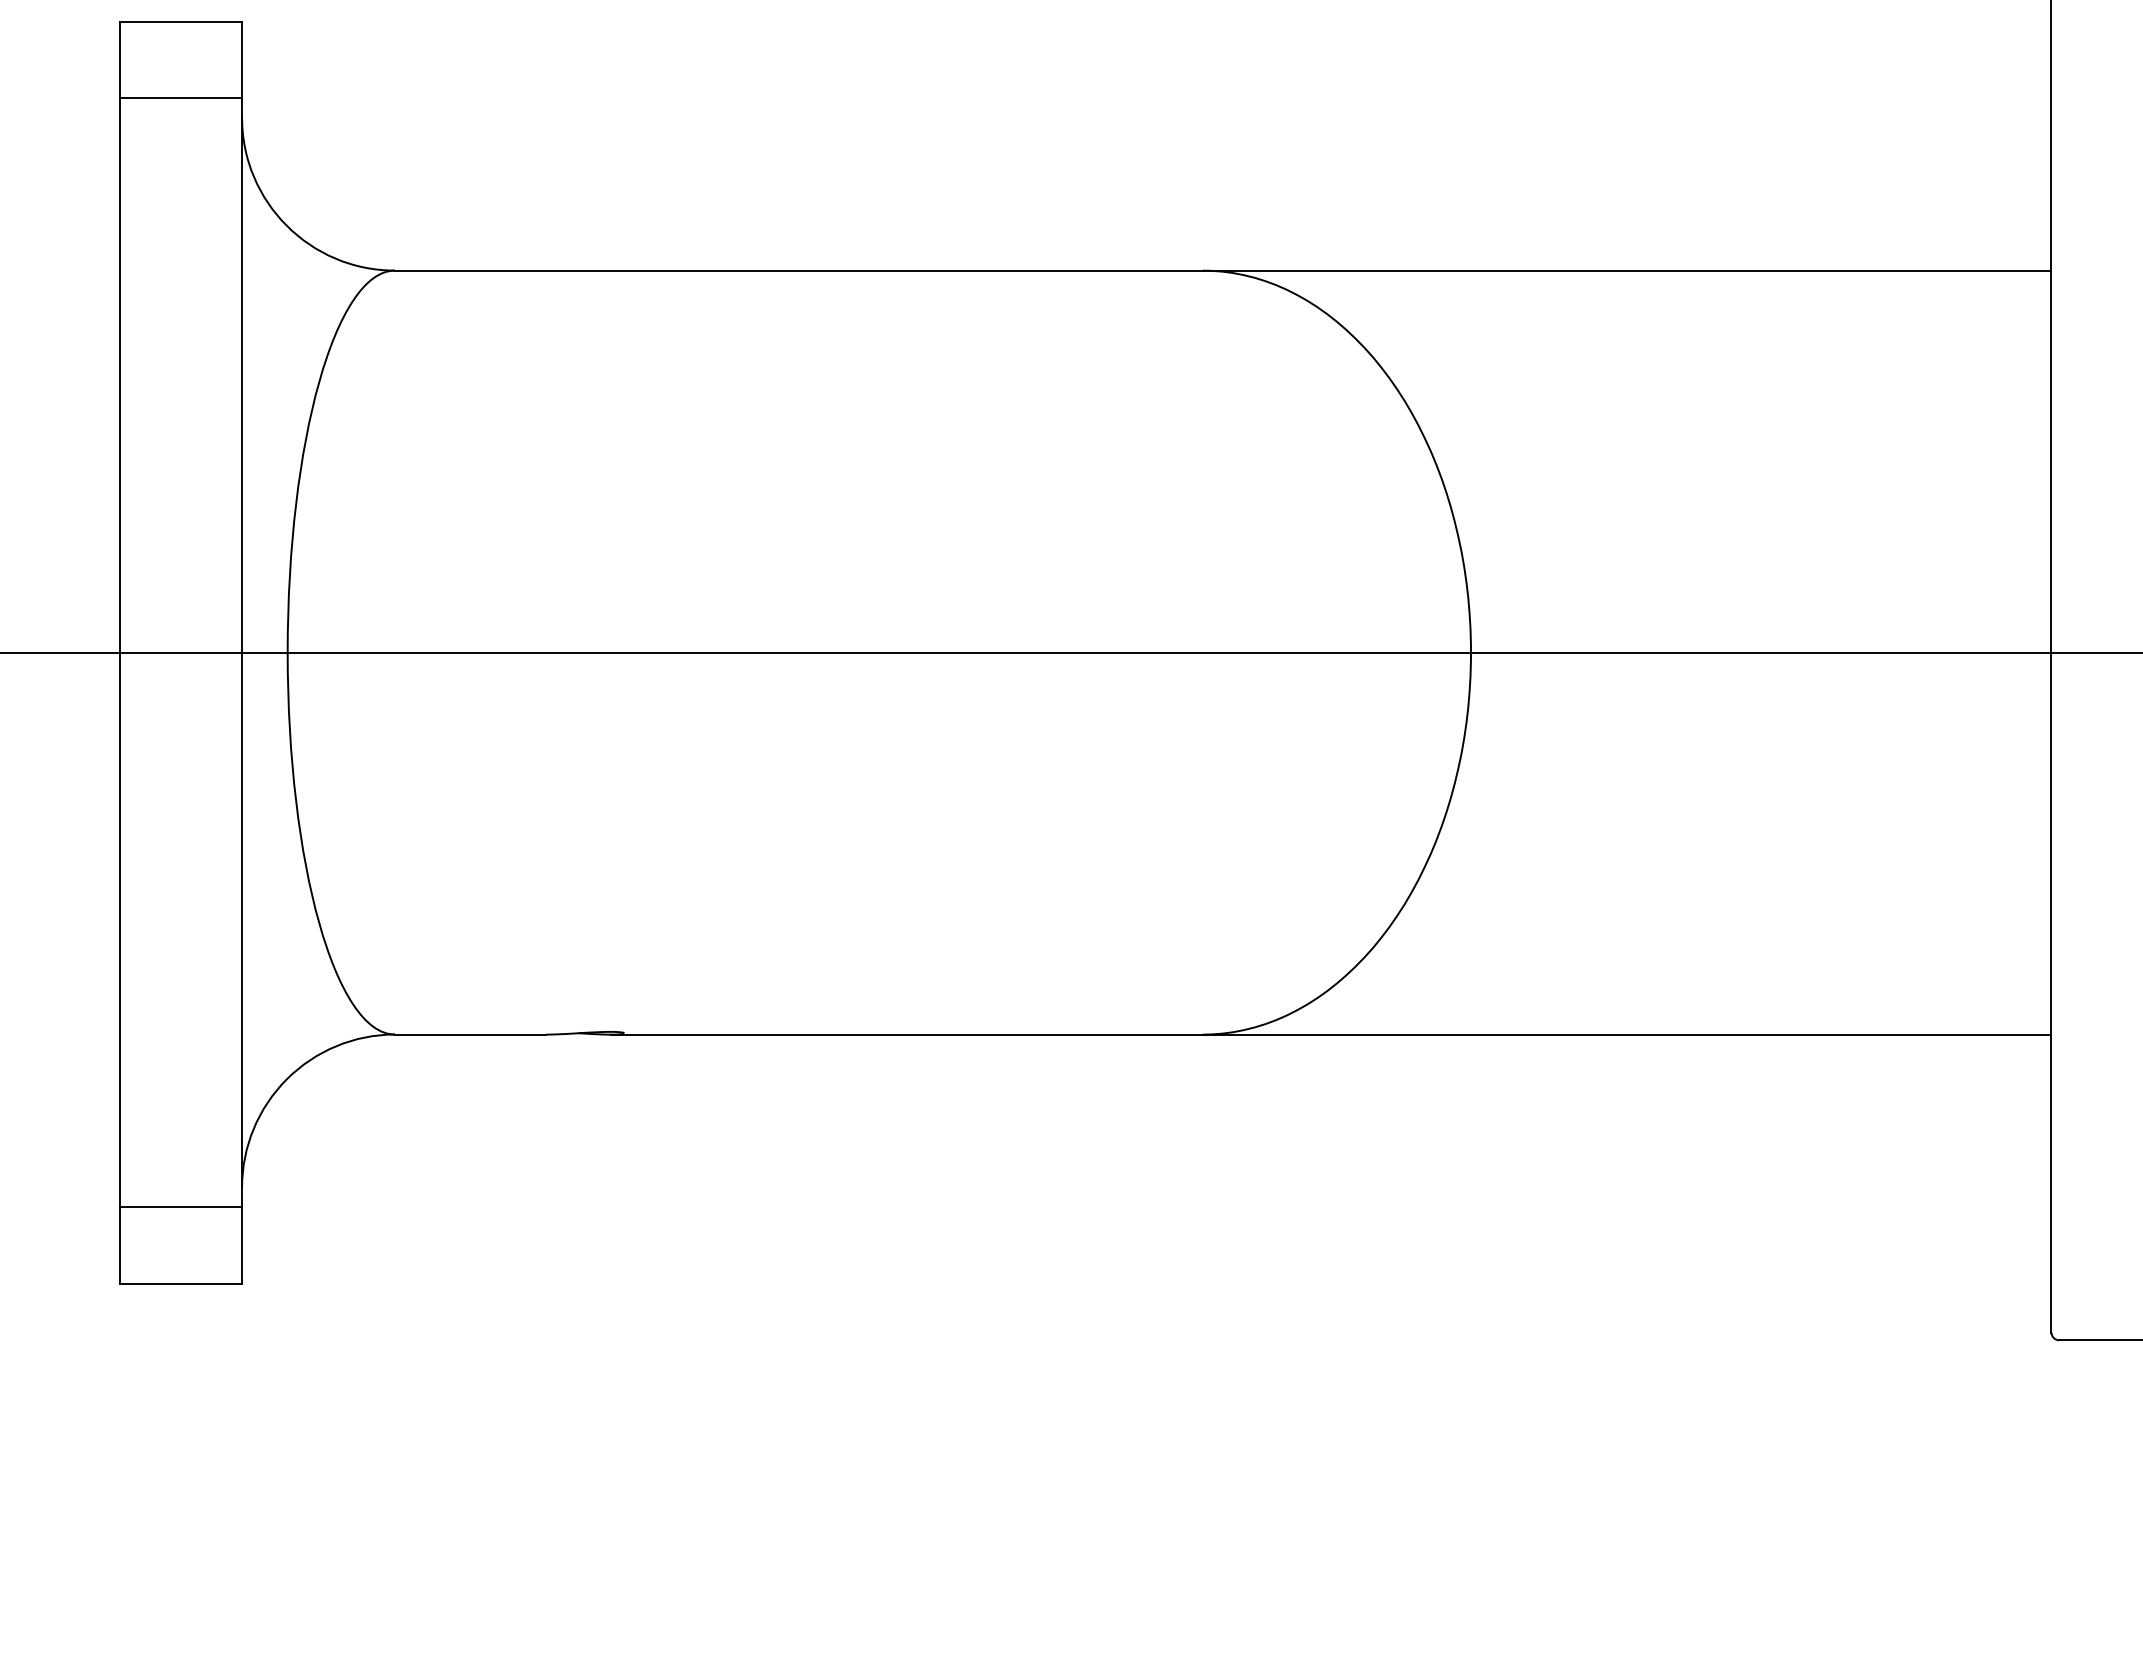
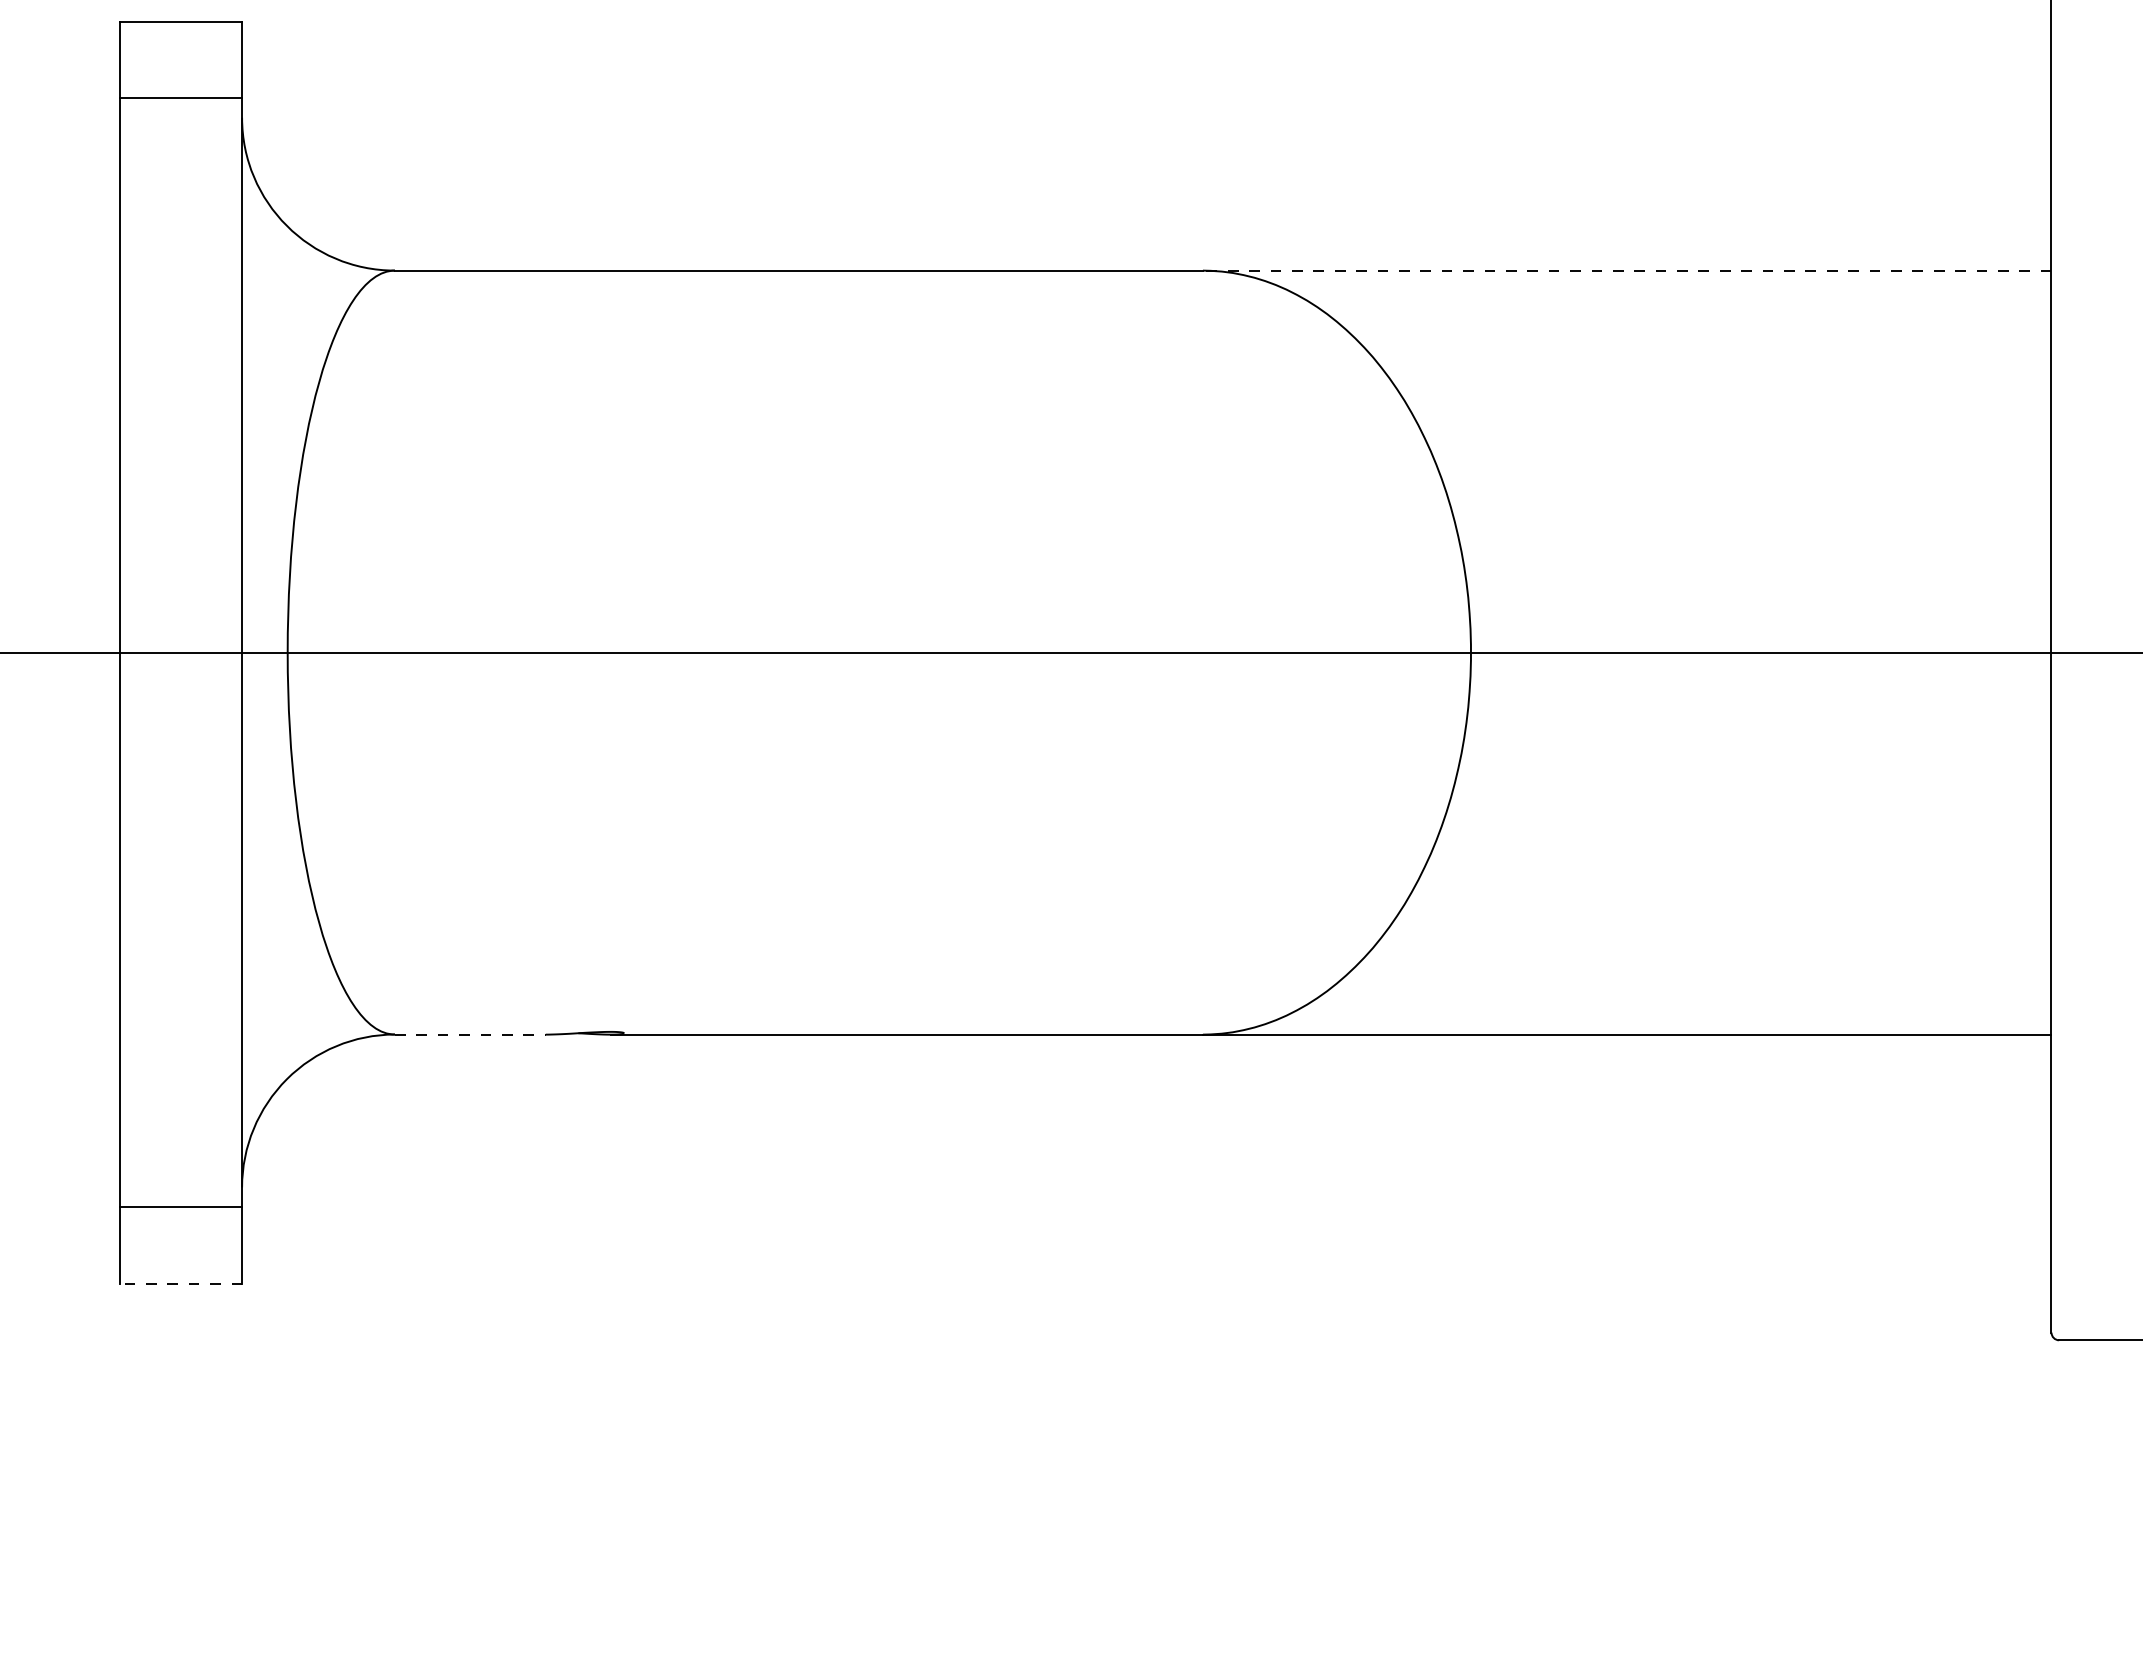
line at (1626, 270): solid -> dashed
line at (470, 1034): solid -> dashed
line at (180, 1283): solid -> dashed
